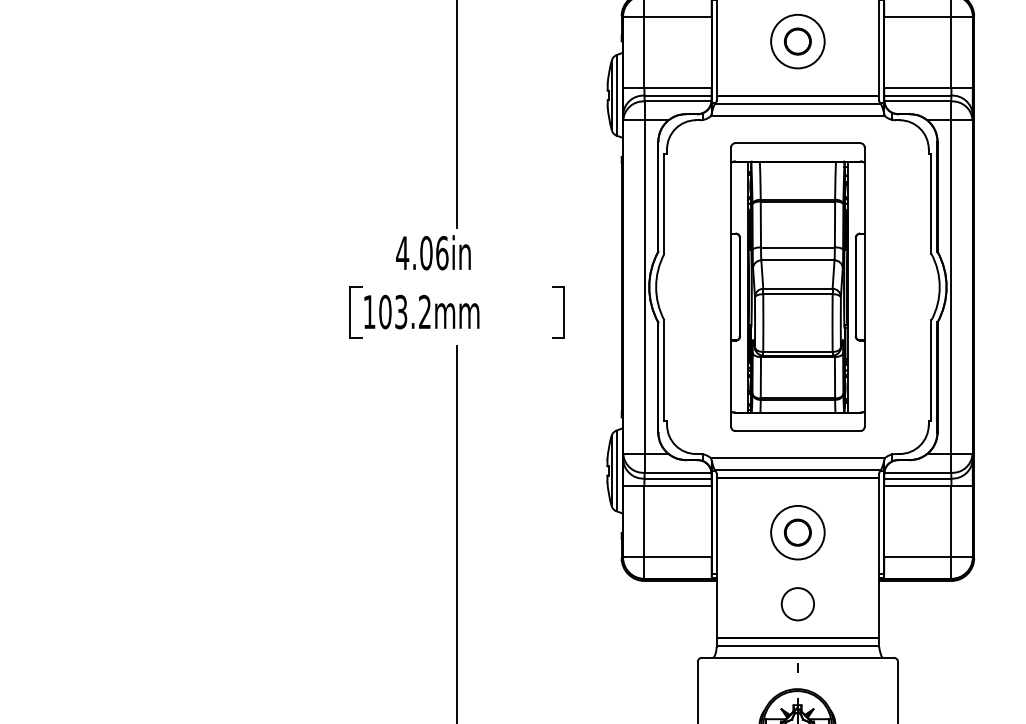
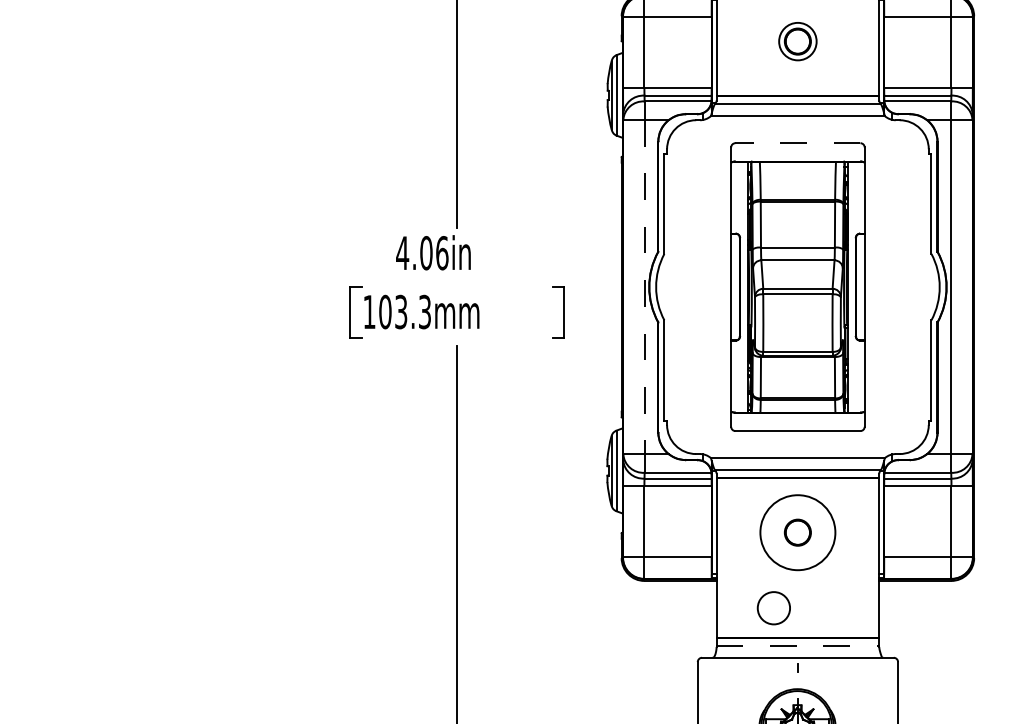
circle at (797, 41) diameter: 54 px -> 37 px
line at (797, 143): solid -> dashed
line at (644, 287): solid -> dashed
text at (424, 312): 103.2mm -> 103.3mm
circle at (797, 532) diameter: 54 px -> 75 px
circle at (797, 604) position: (797, 604) -> (773, 608)
line at (798, 645): solid -> dashed
